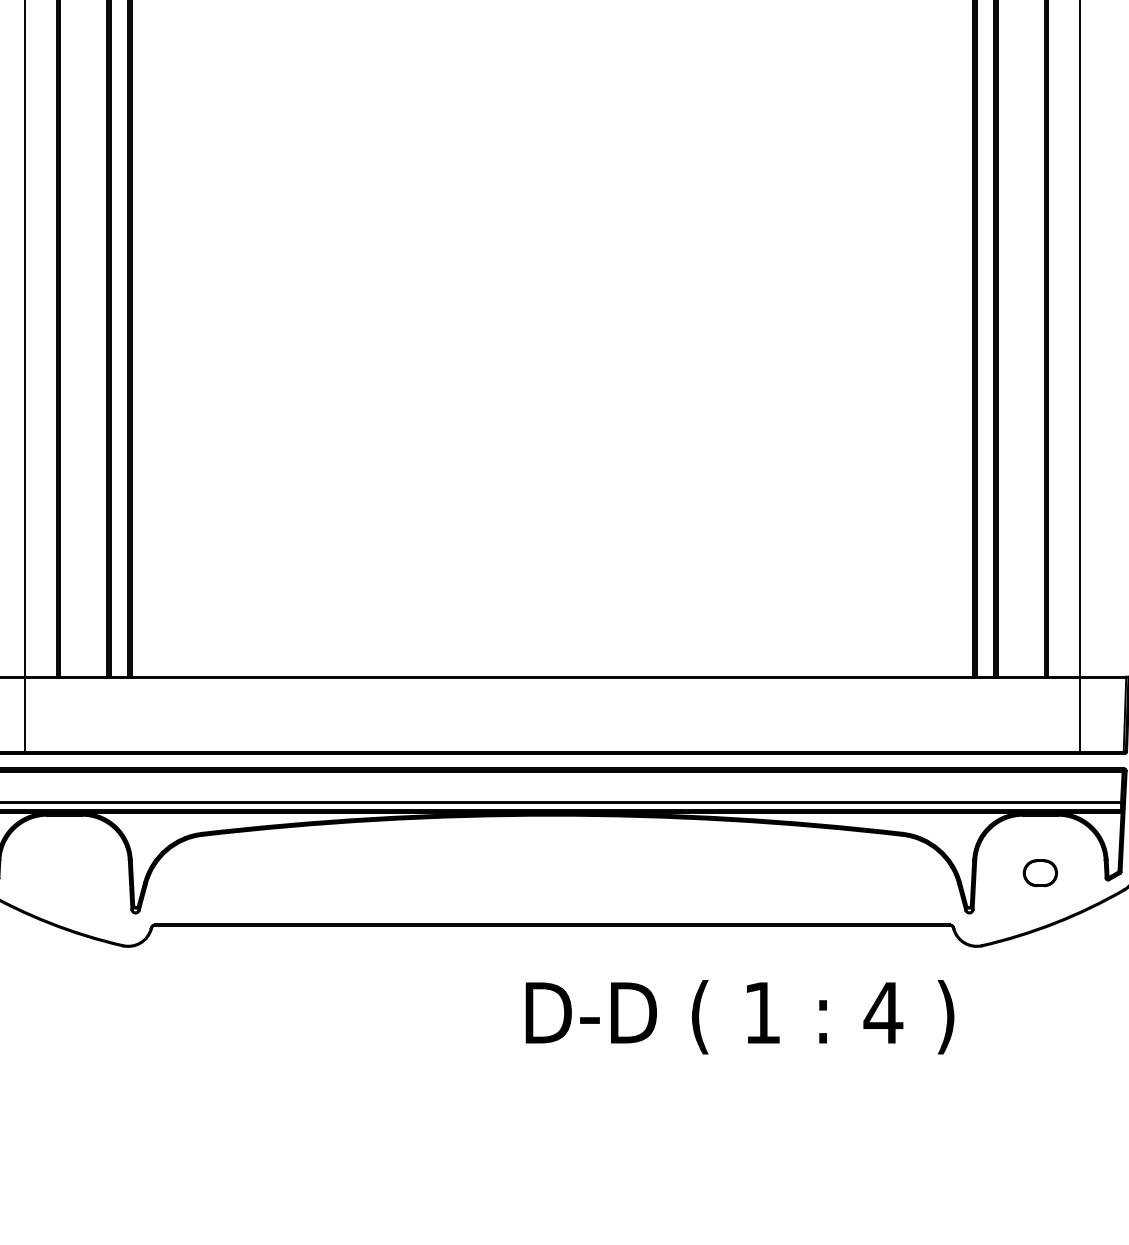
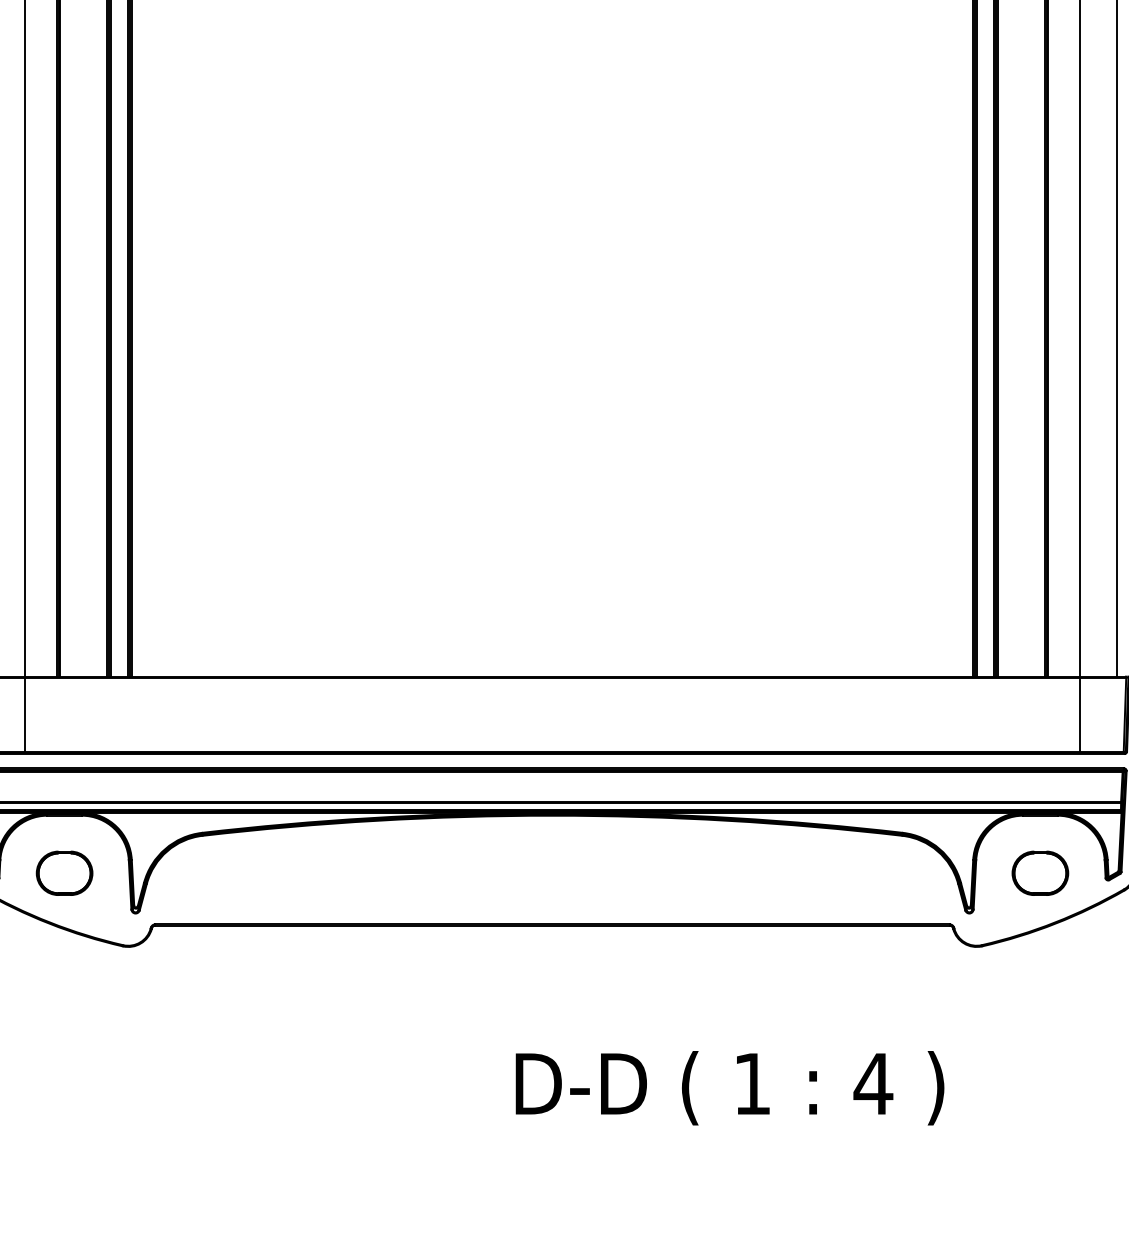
line at (1116, 339): none -> present
part at (64, 872): none -> present
part at (1039, 873) size: 36x29 px -> 59x46 px
text at (739, 1017) position: (739, 1017) -> (729, 1088)
